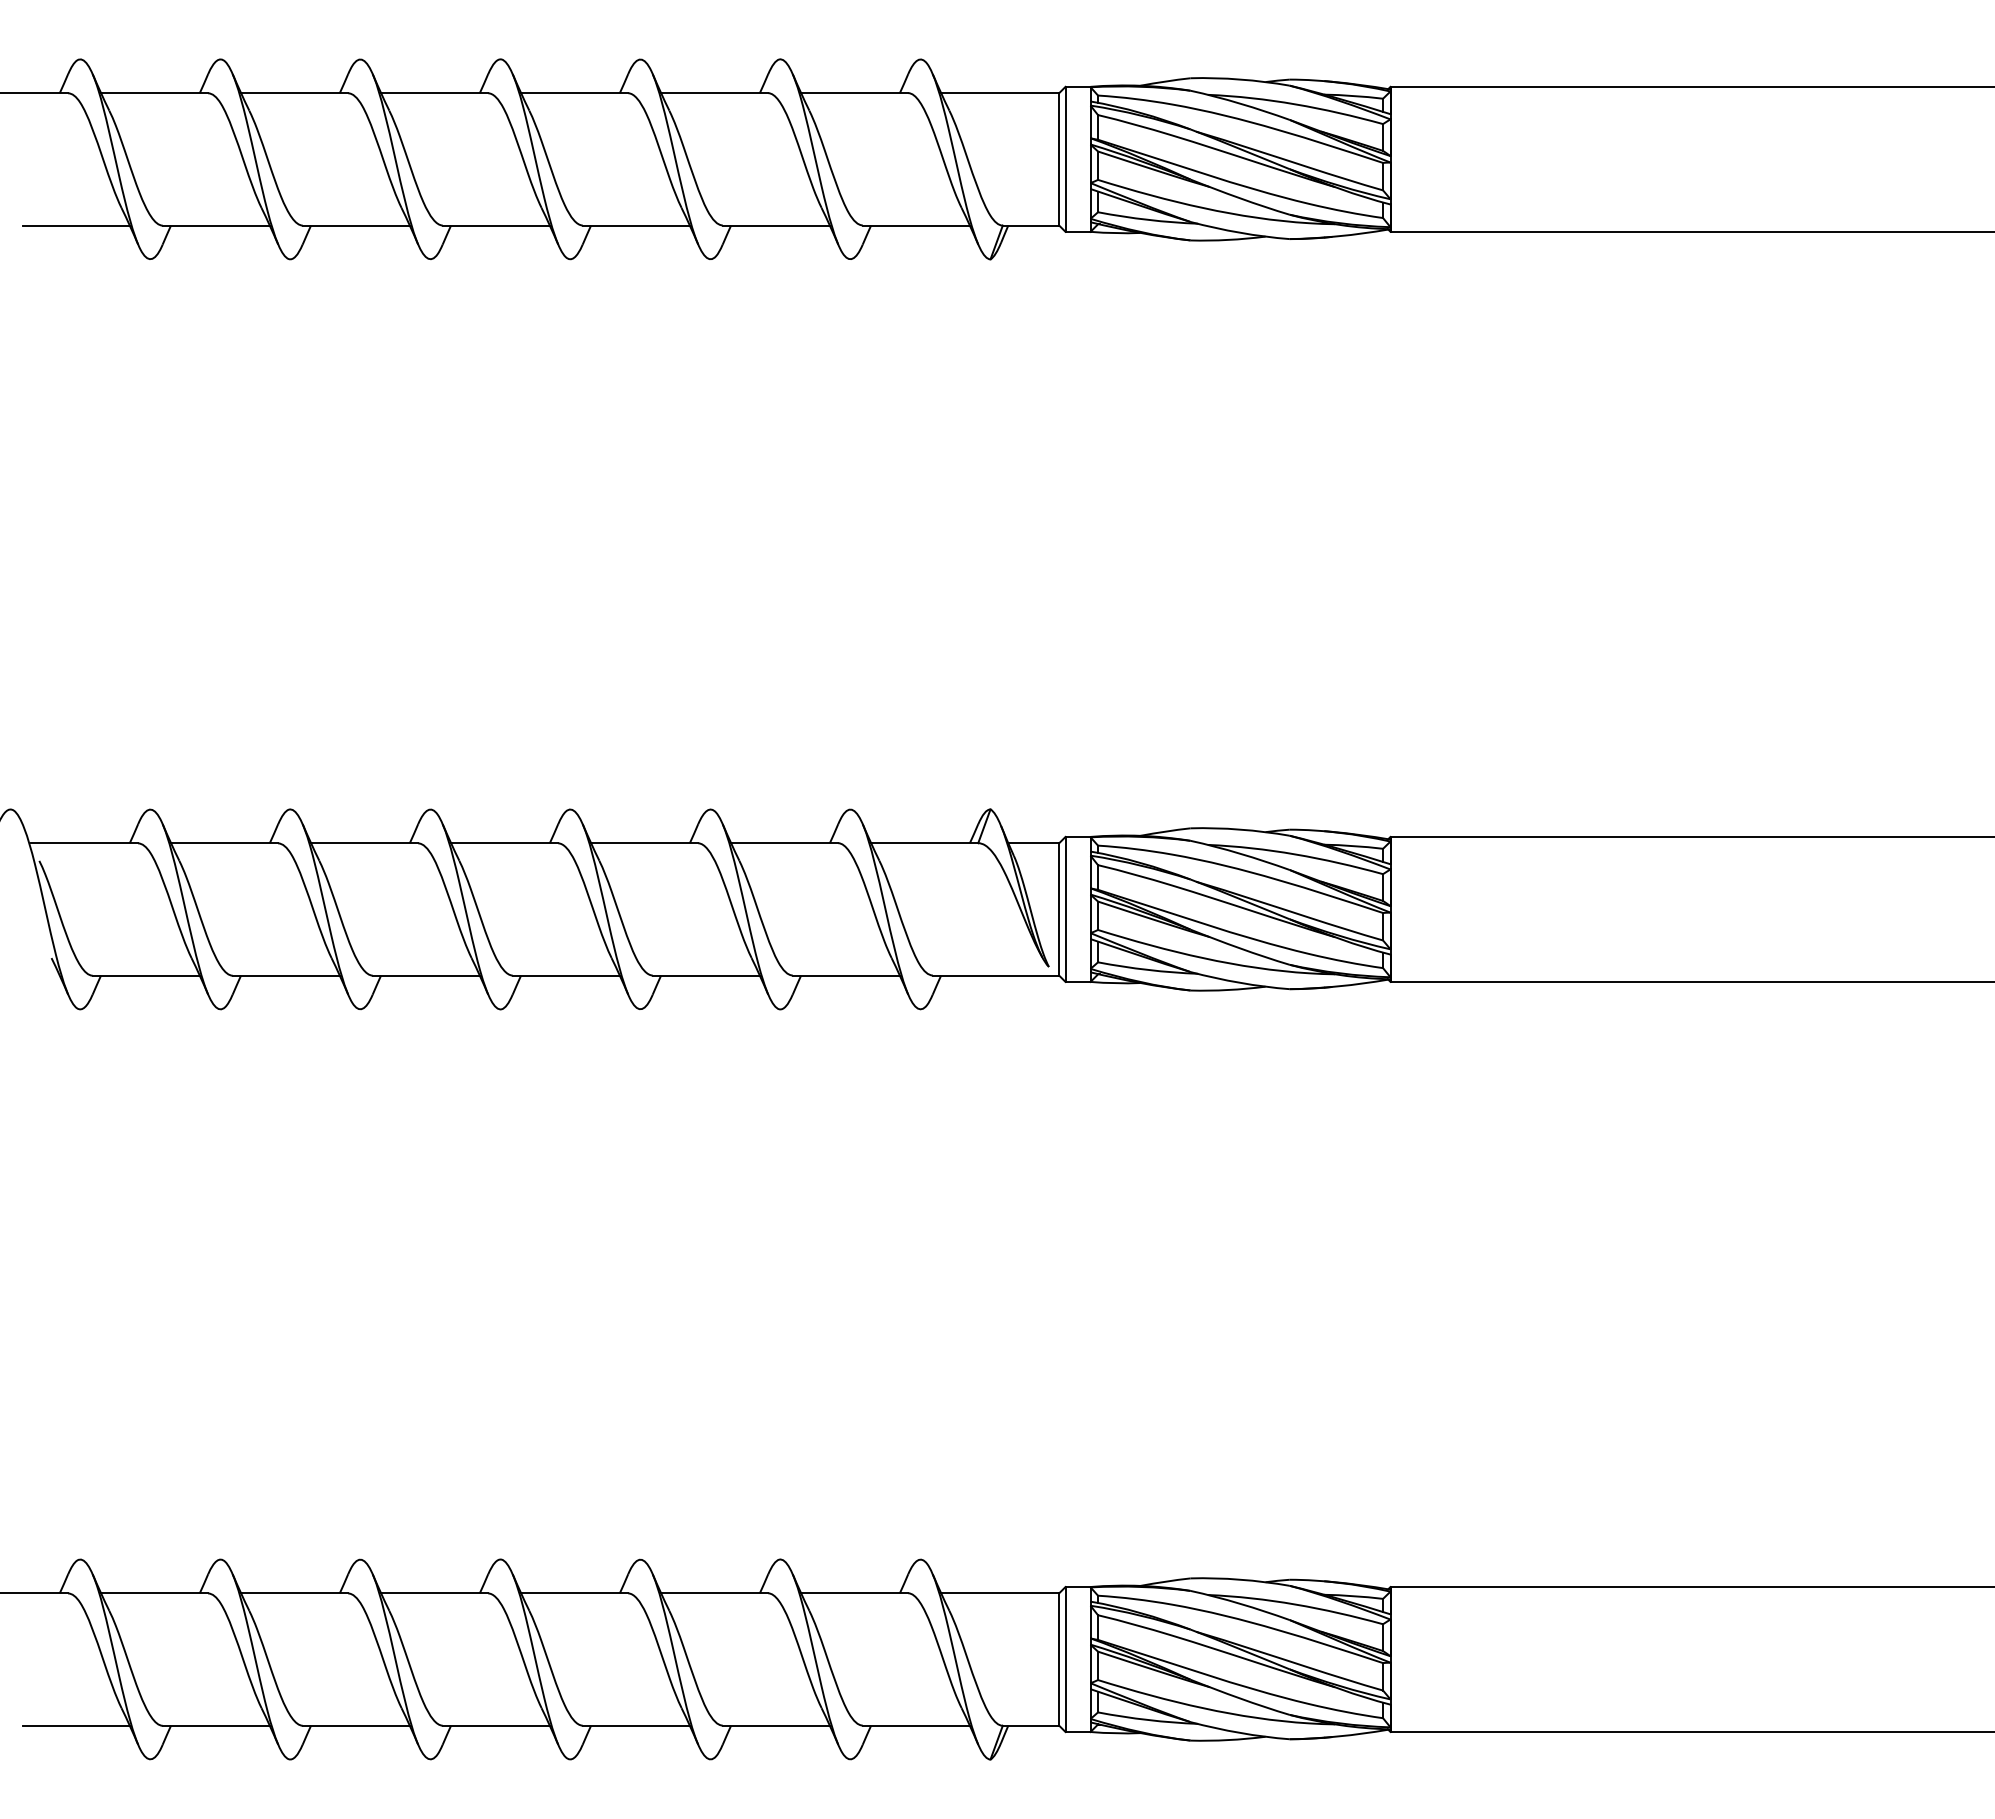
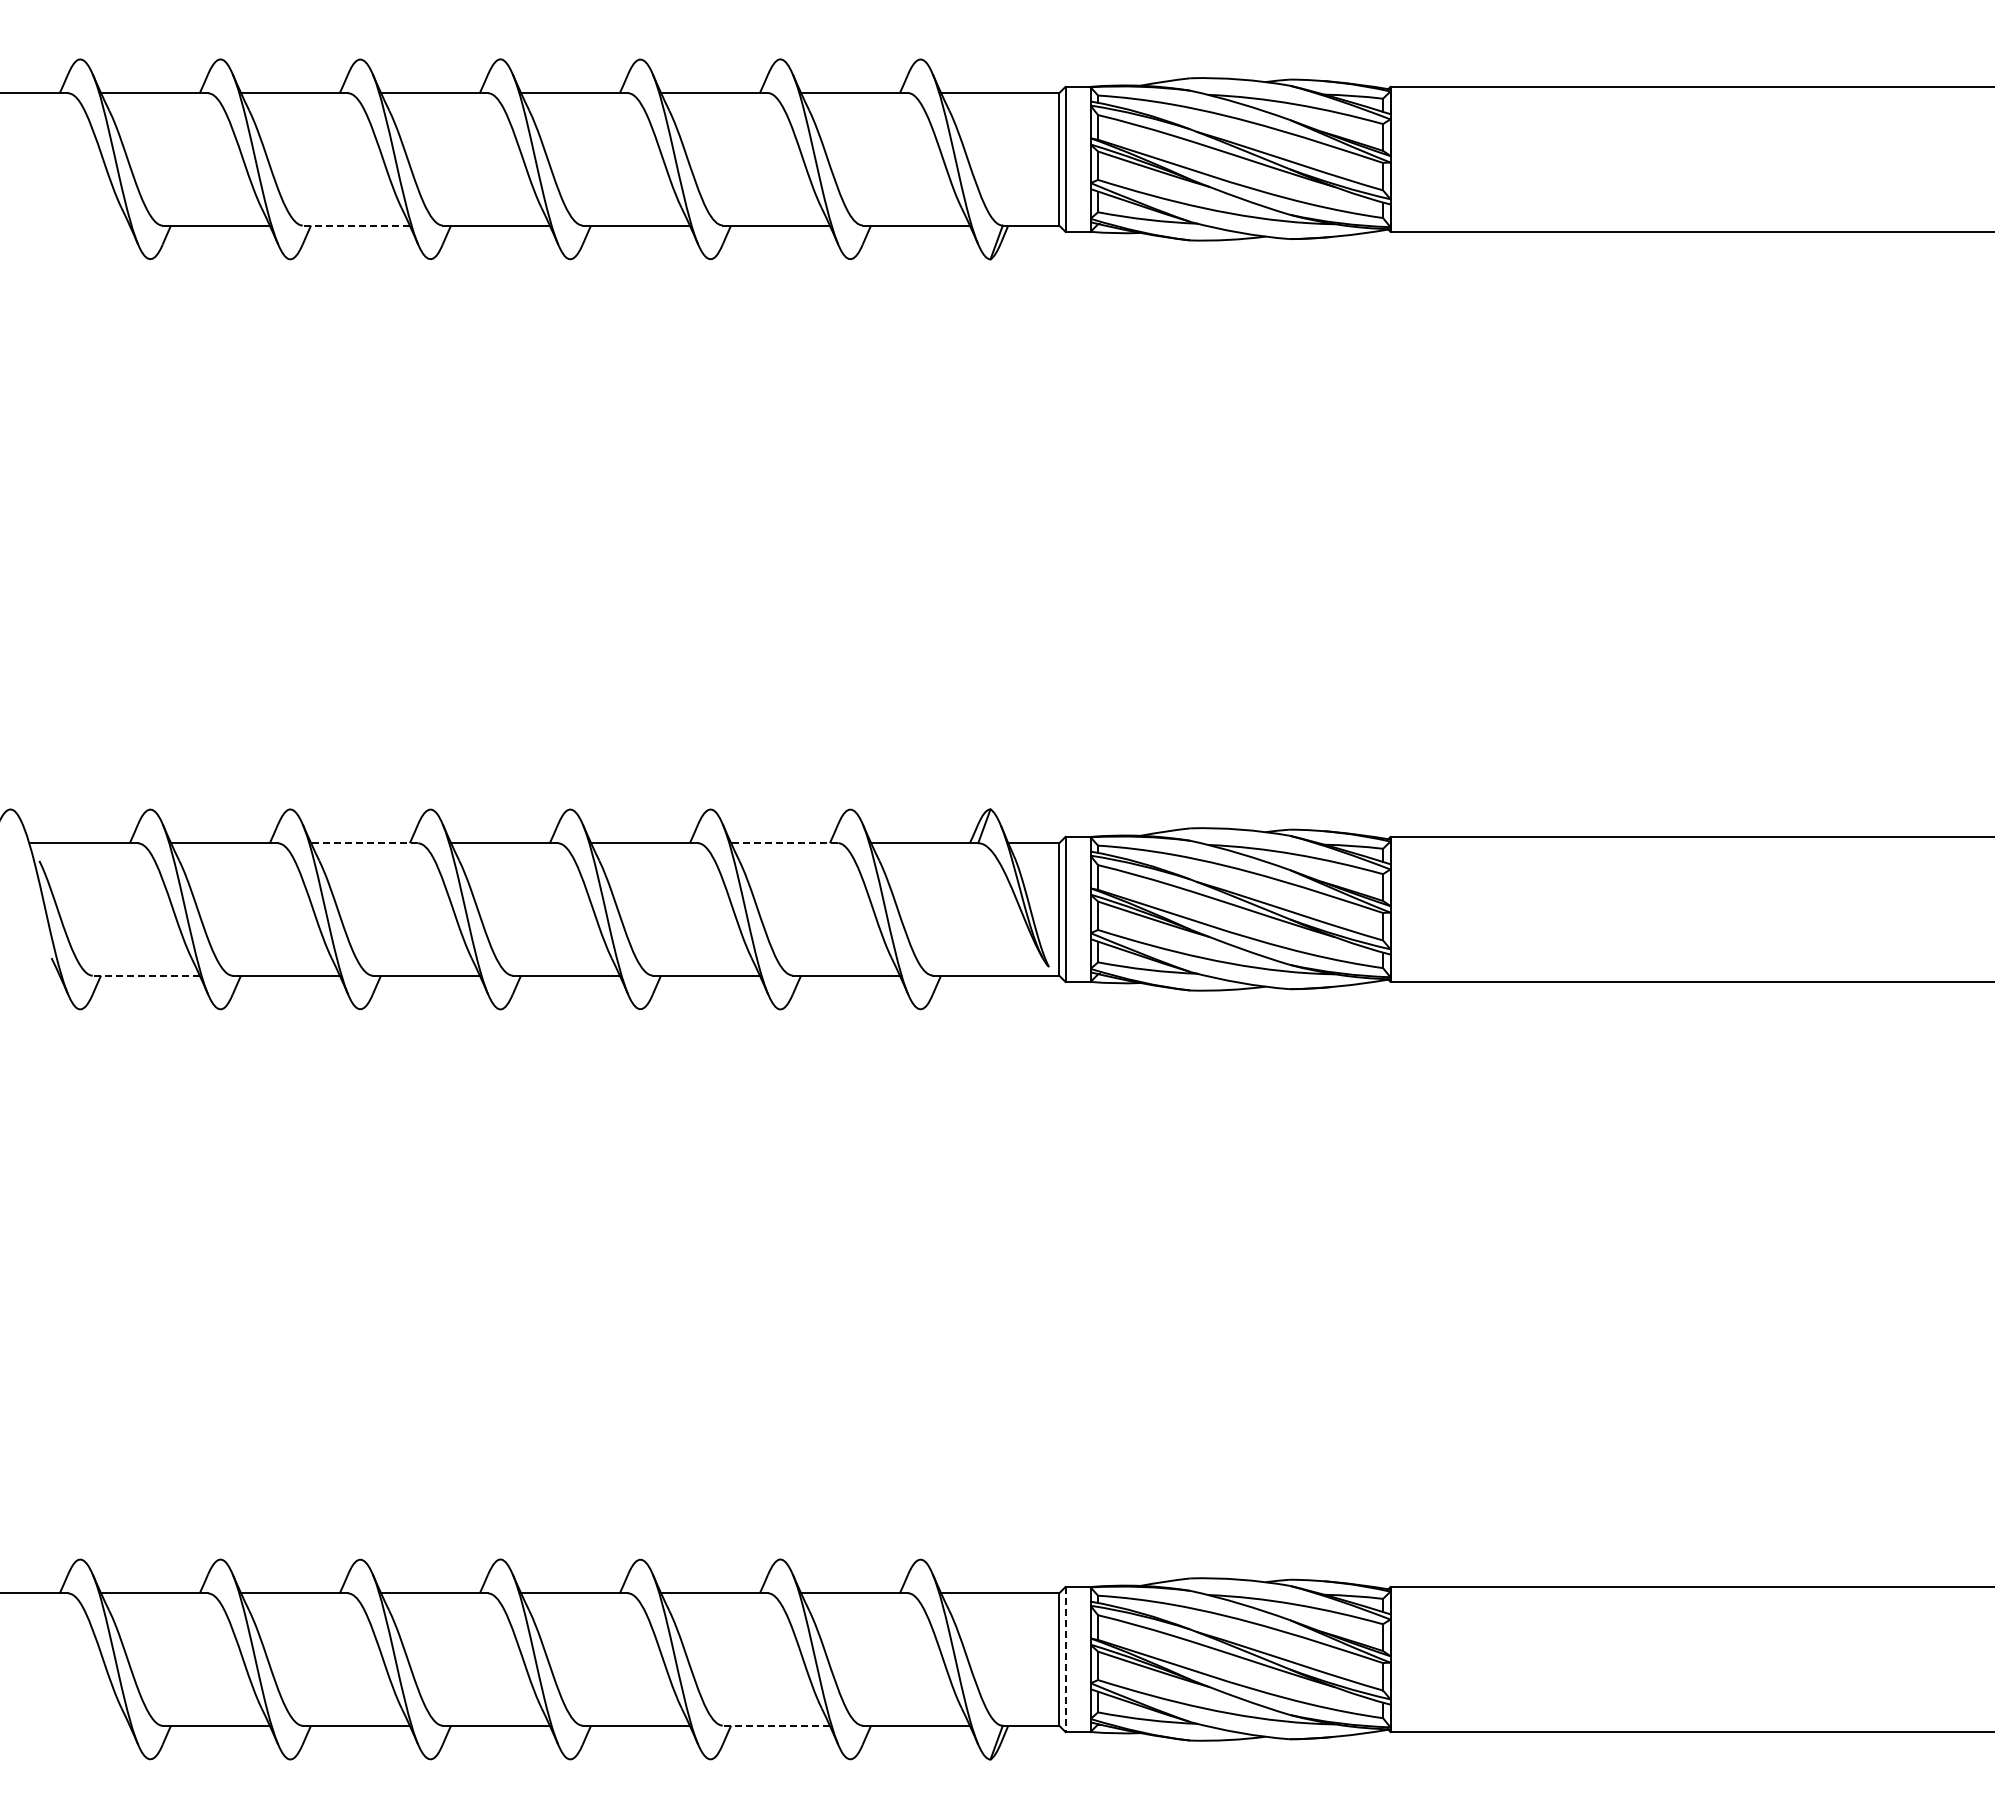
line at (75, 225): present -> none
line at (356, 225): solid -> dashed
line at (364, 843): solid -> dashed
line at (784, 843): solid -> dashed
line at (146, 975): solid -> dashed
line at (1065, 1659): solid -> dashed
line at (75, 1725): present -> none
line at (776, 1725): solid -> dashed
